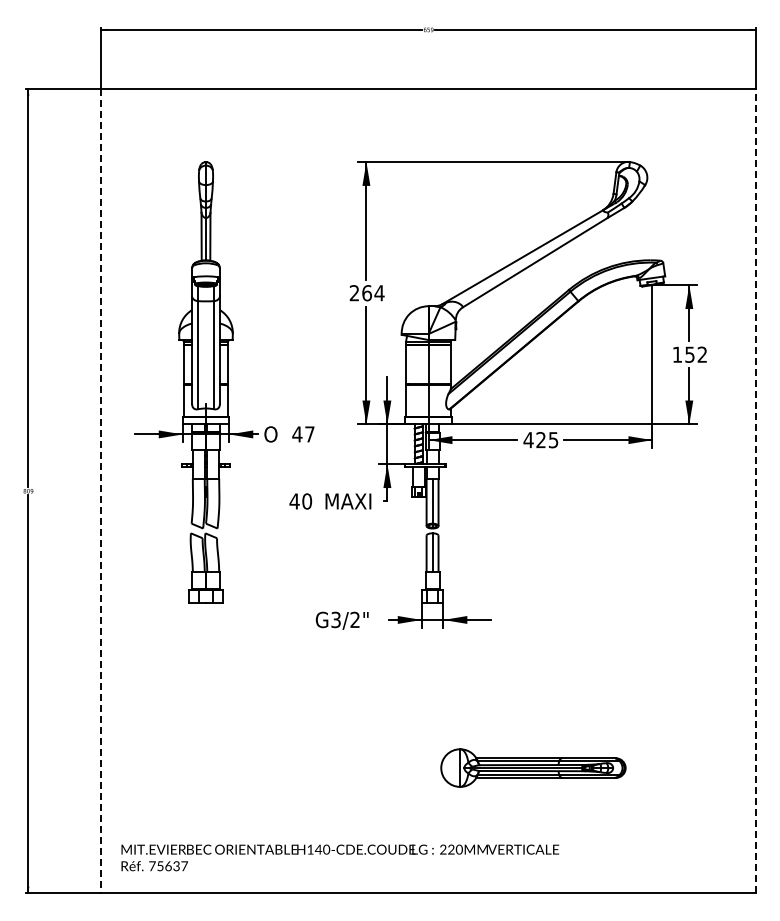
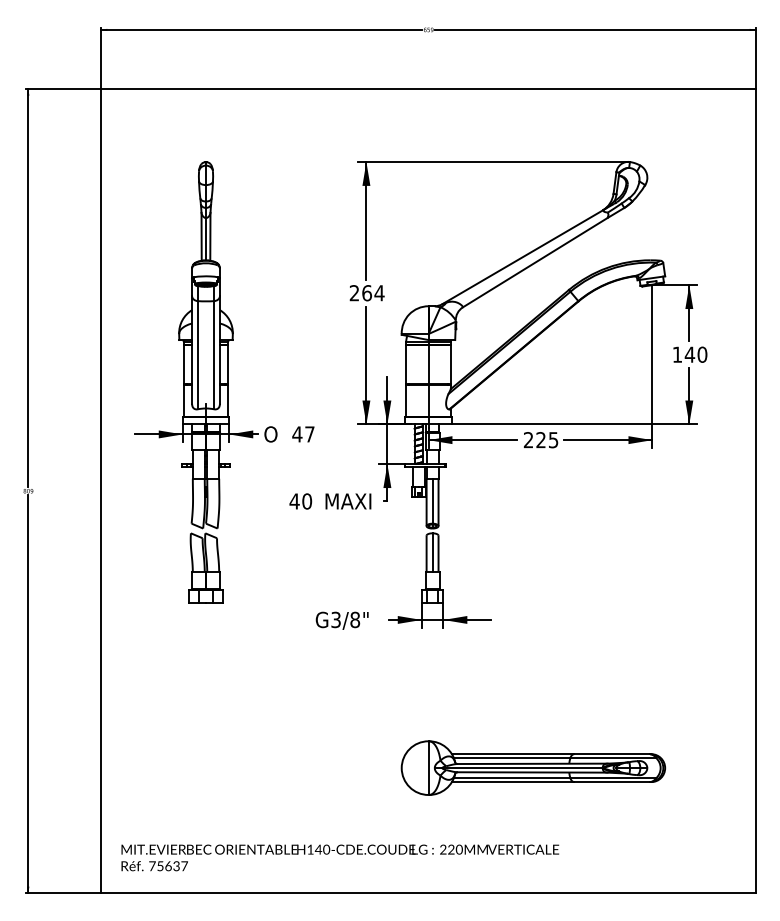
text at (695, 354): 152 -> 140
text at (528, 440): 425 -> 225
line at (756, 490): dashed -> solid
line at (100, 491): dashed -> solid
text at (355, 619): G3/2" -> G3/8"
part at (533, 767) size: 187x40 px -> 267x56 px
